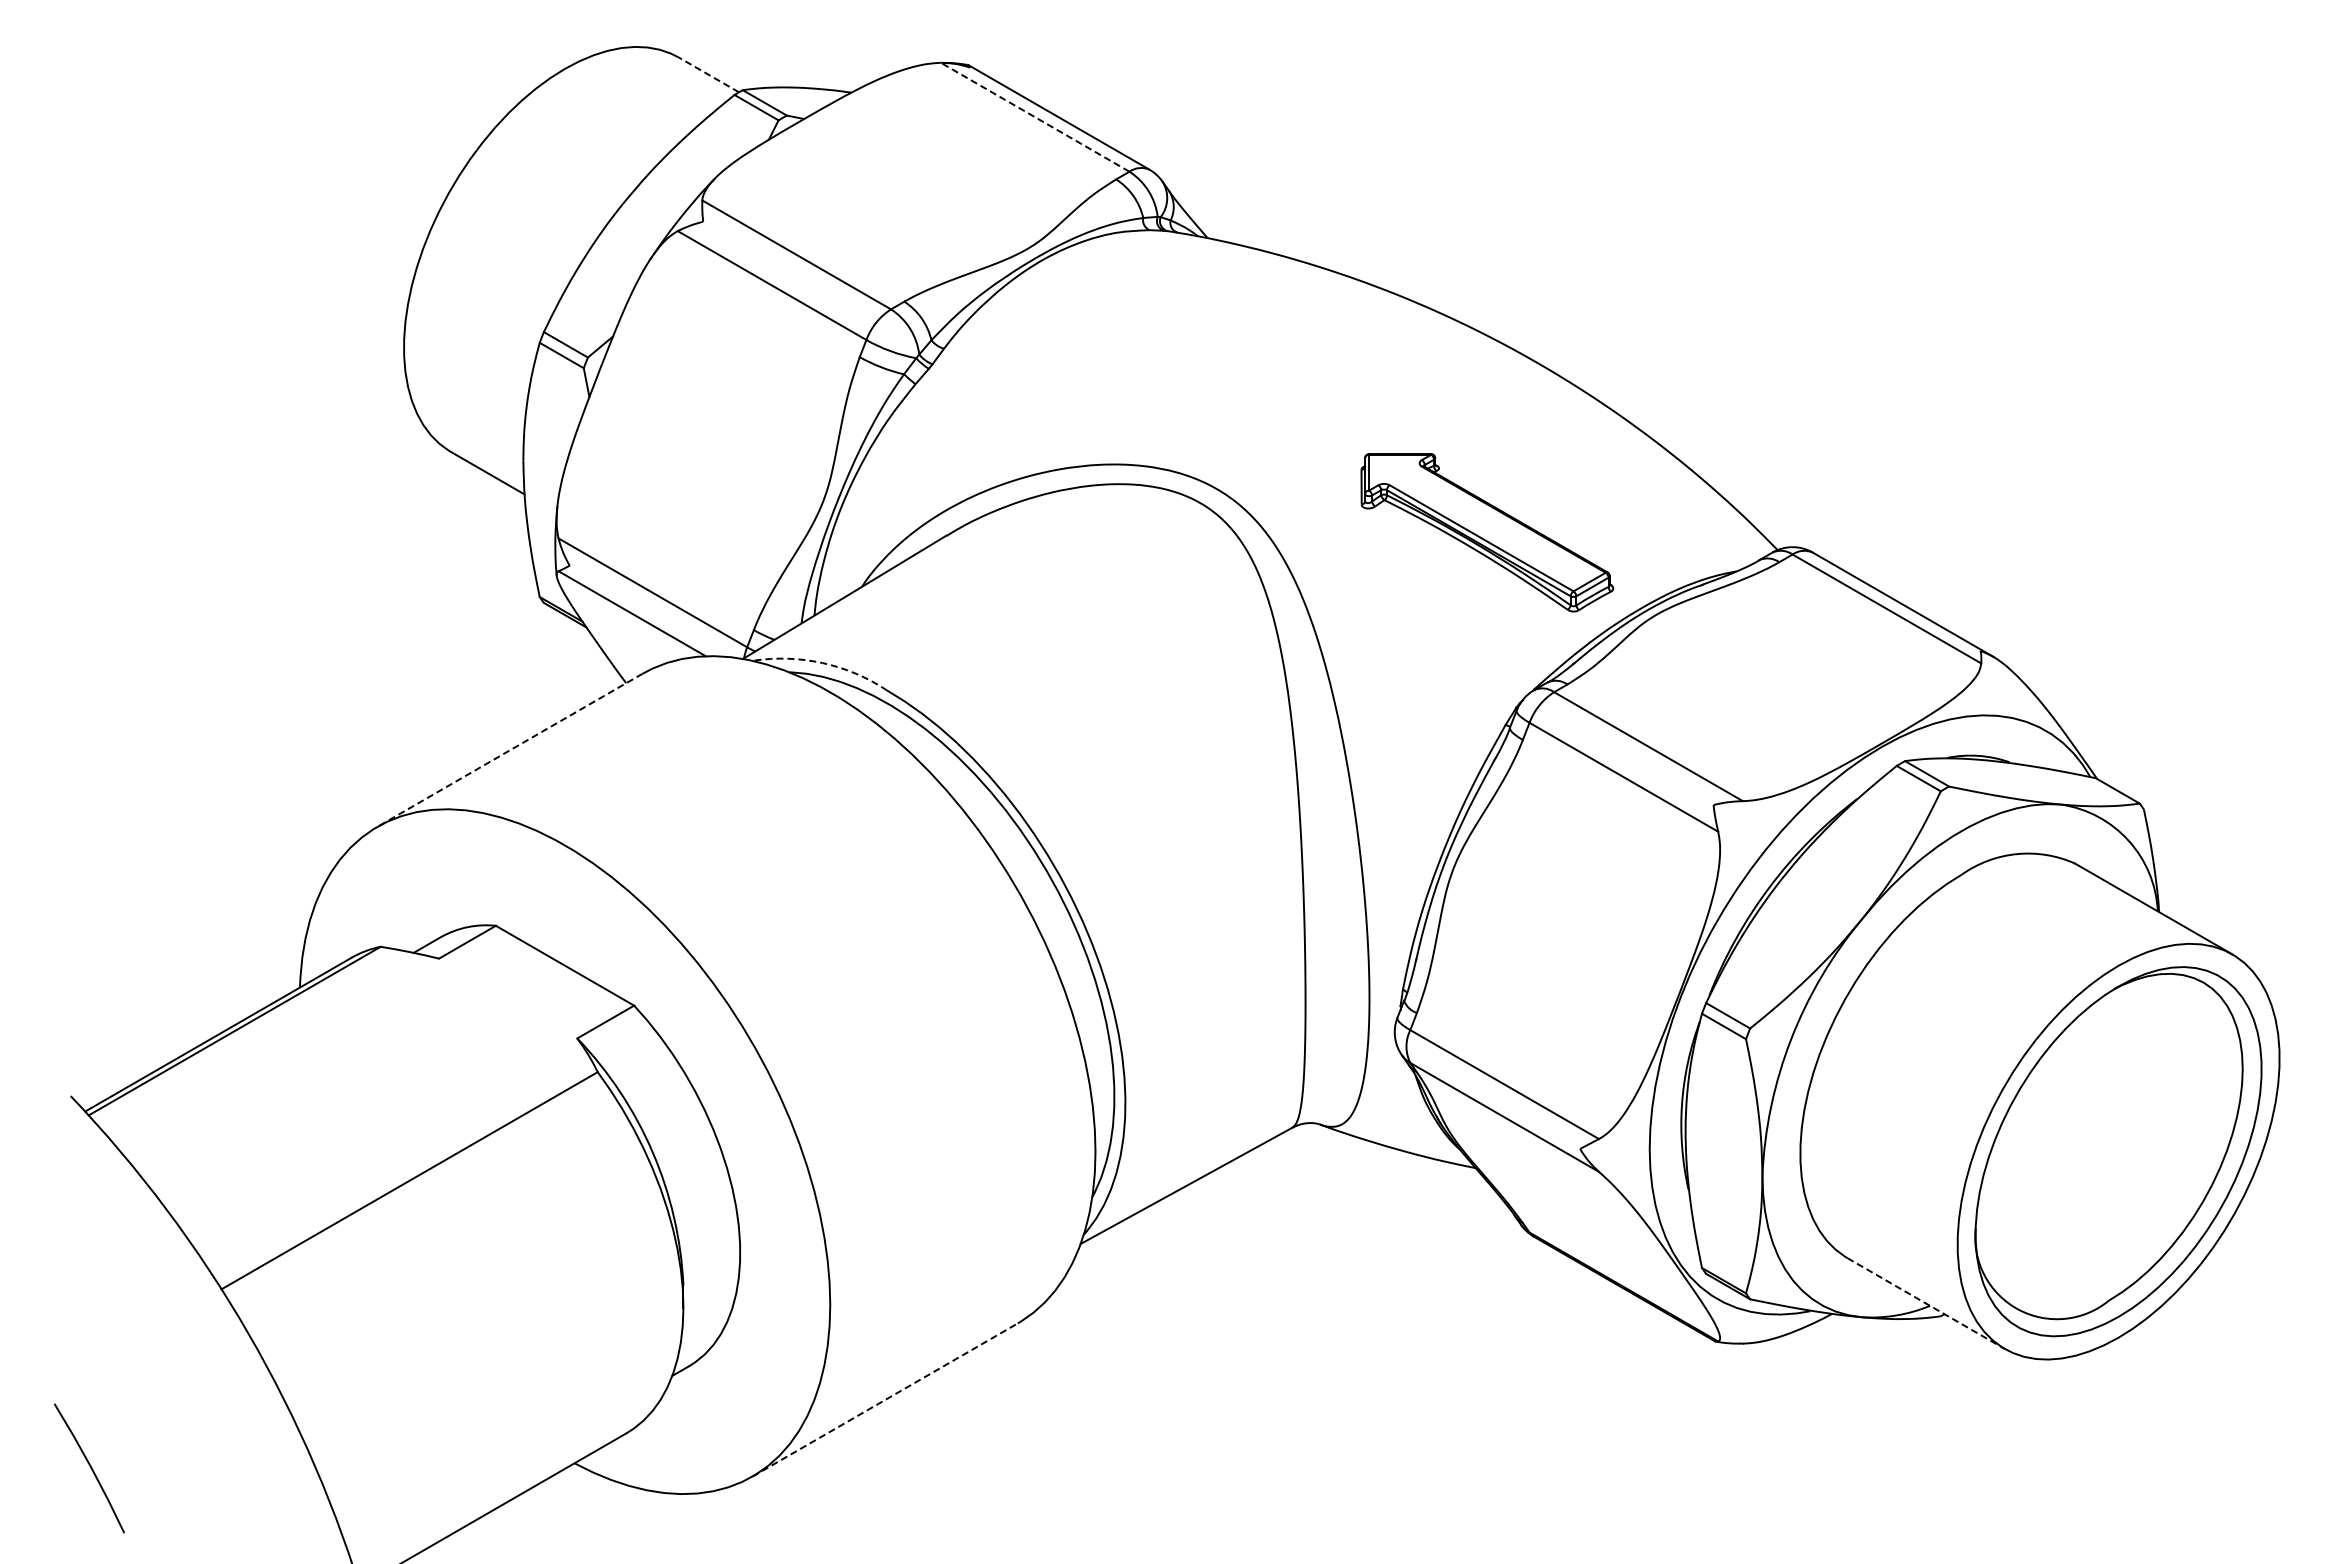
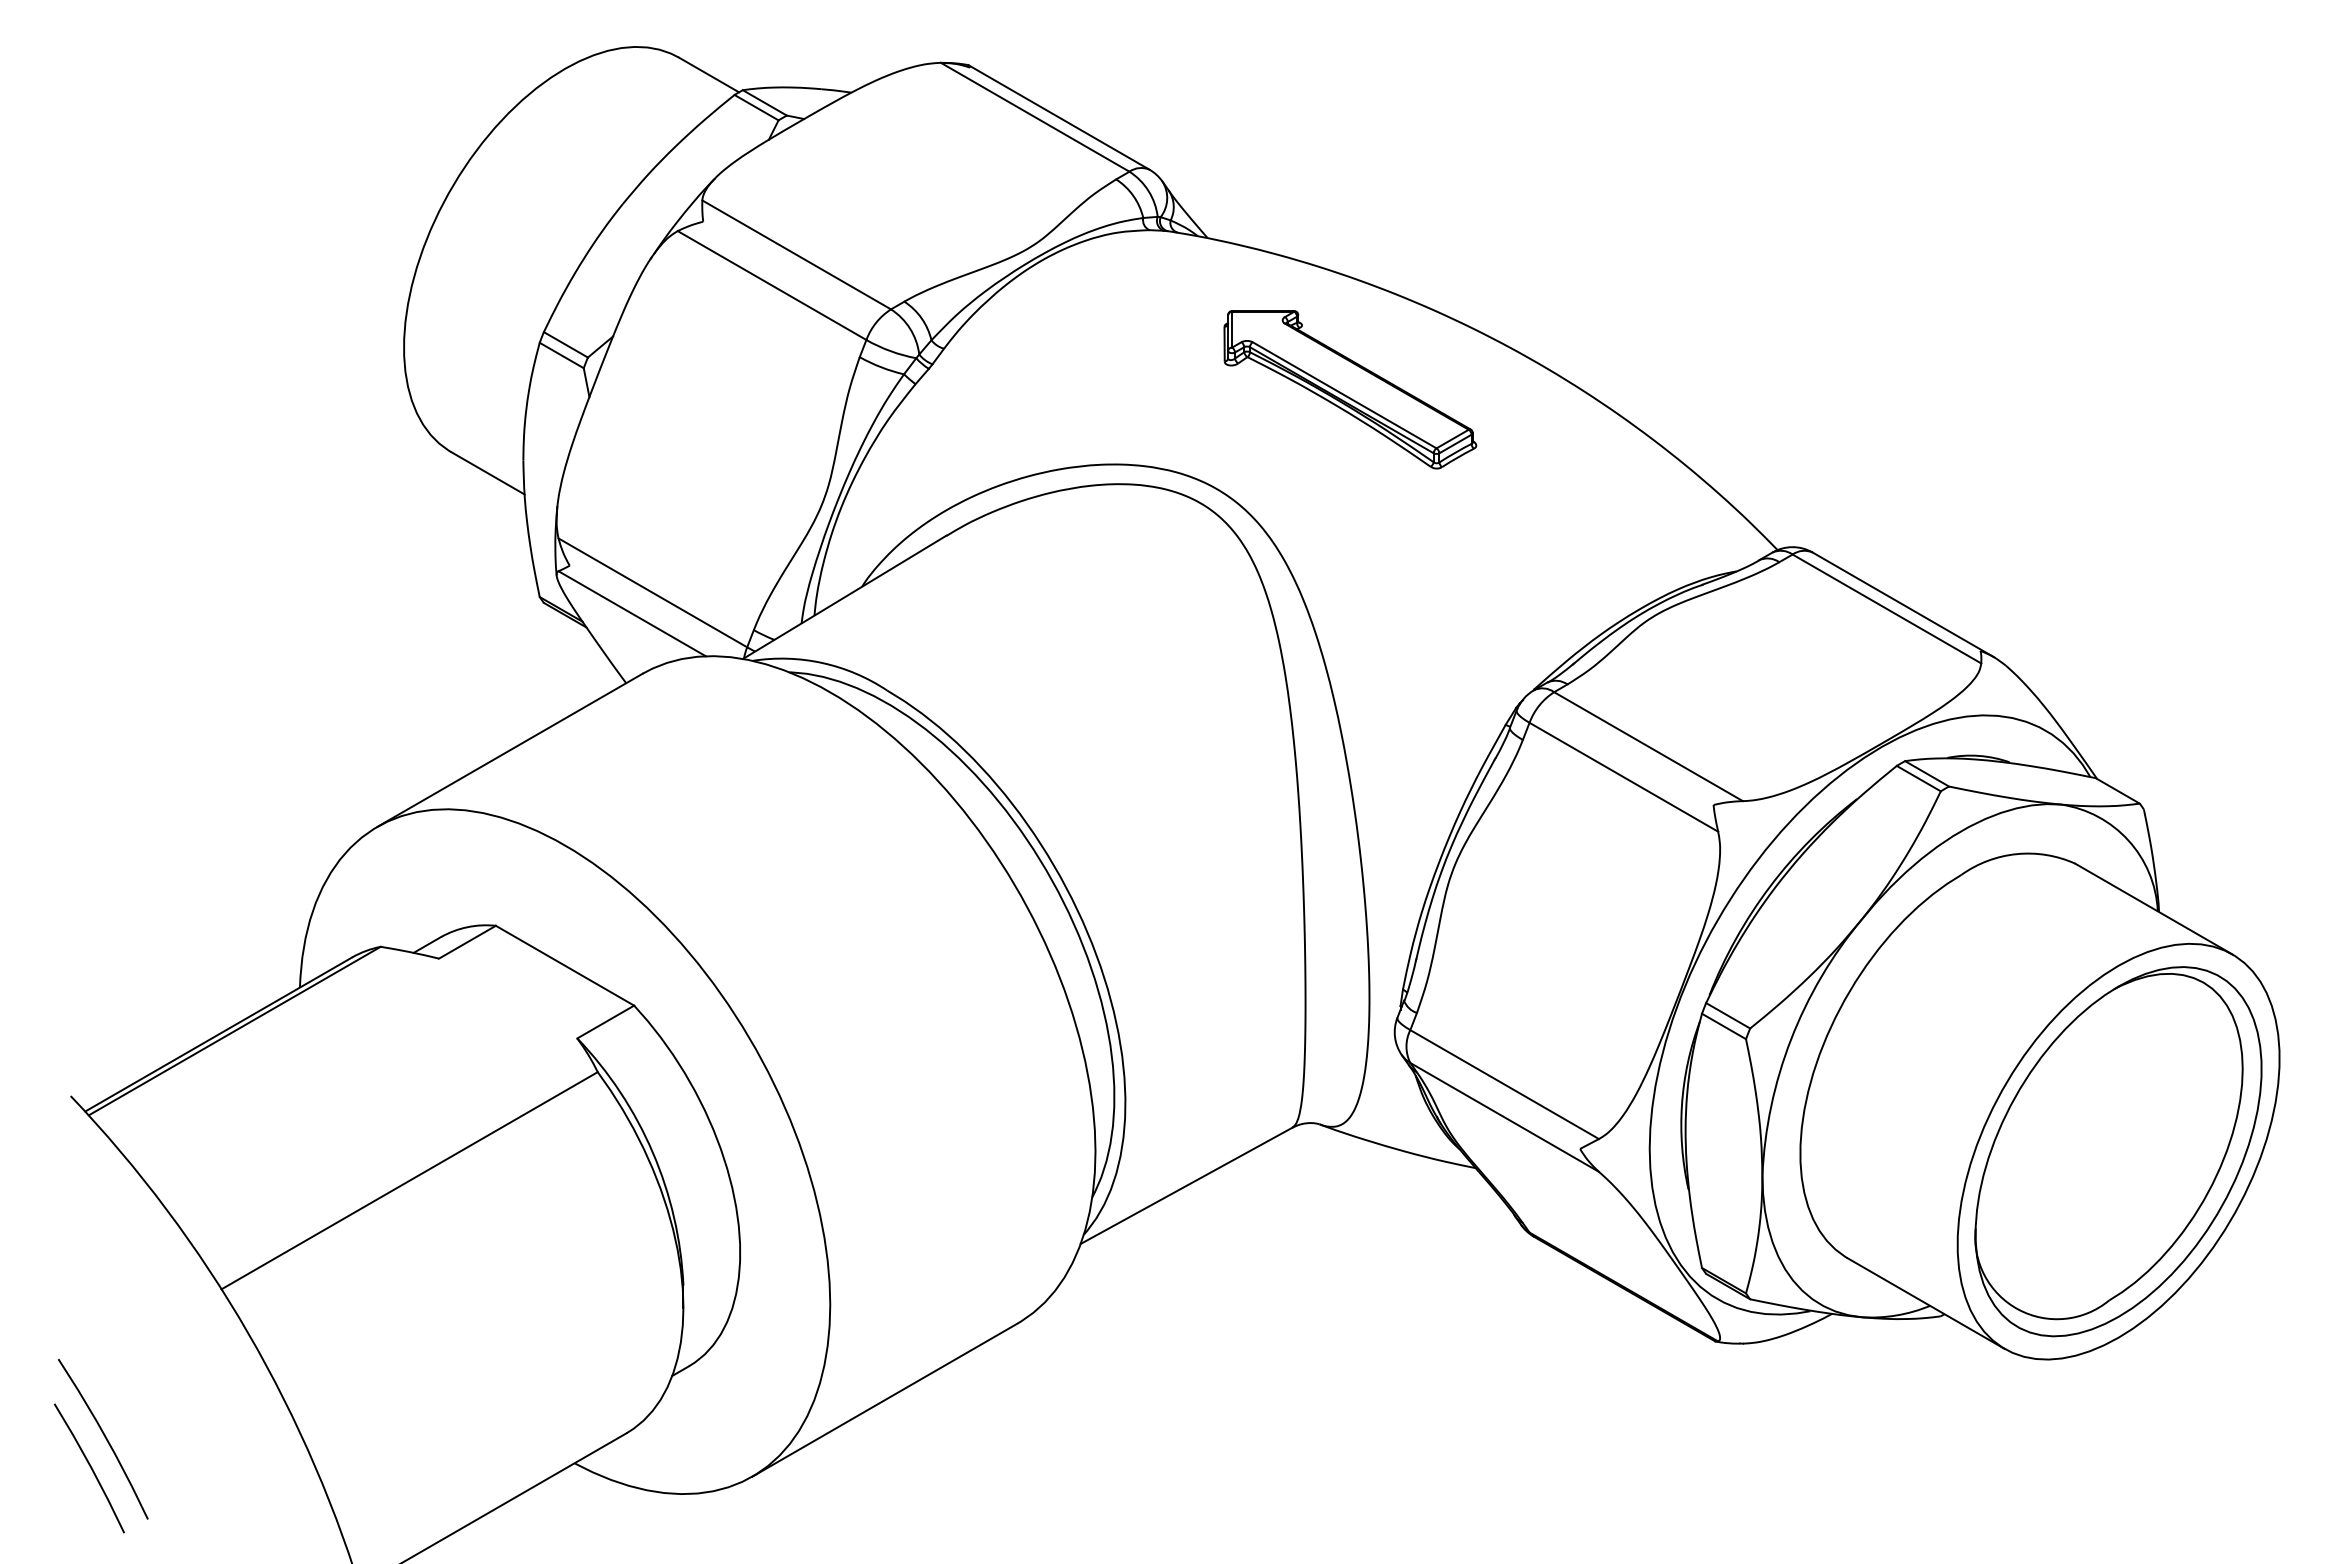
line at (708, 74): dashed -> solid
line at (1035, 117): dashed -> solid
part at (1487, 532) position: (1487, 532) -> (1350, 389)
arc at (822, 663): dashed -> solid
line at (509, 750): dashed -> solid
line at (1926, 1303): dashed -> solid
line at (885, 1399): dashed -> solid
curve at (104, 1437): none -> present
